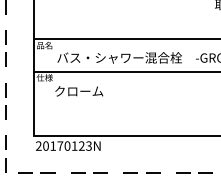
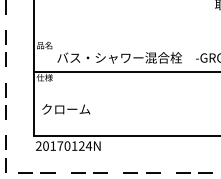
line at (125, 39): present -> none
text at (79, 91) position: (79, 91) -> (66, 109)
text at (88, 145): 20170123N -> 20170124N
